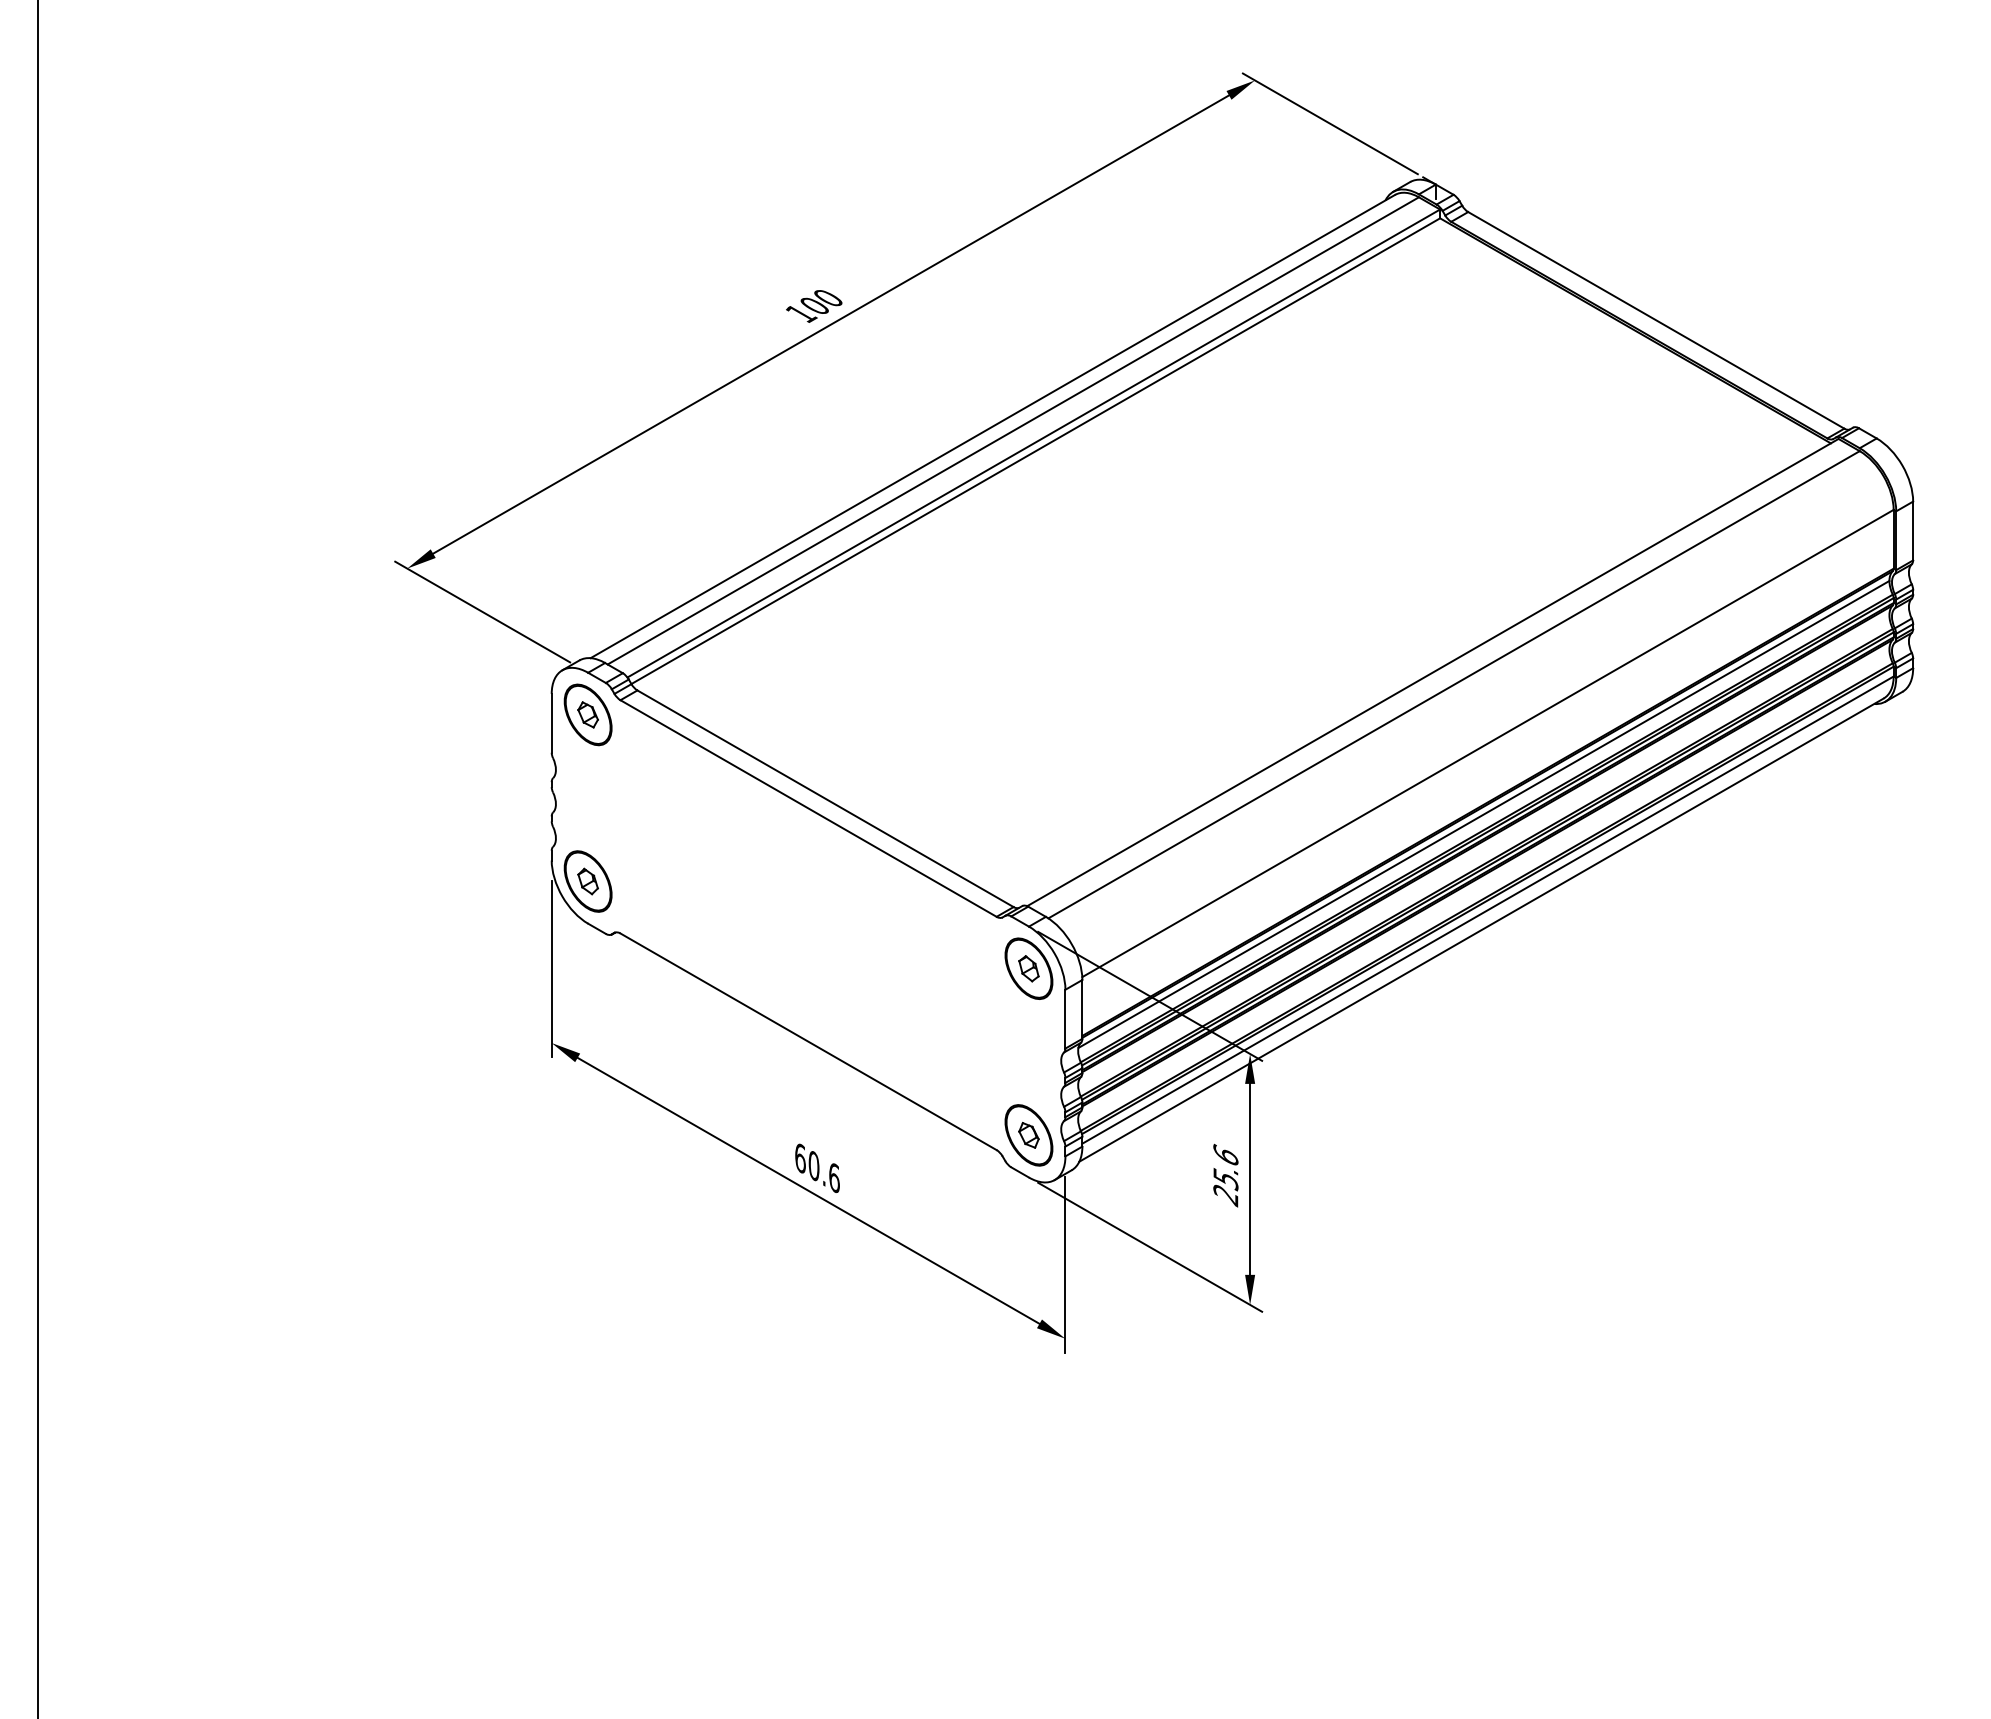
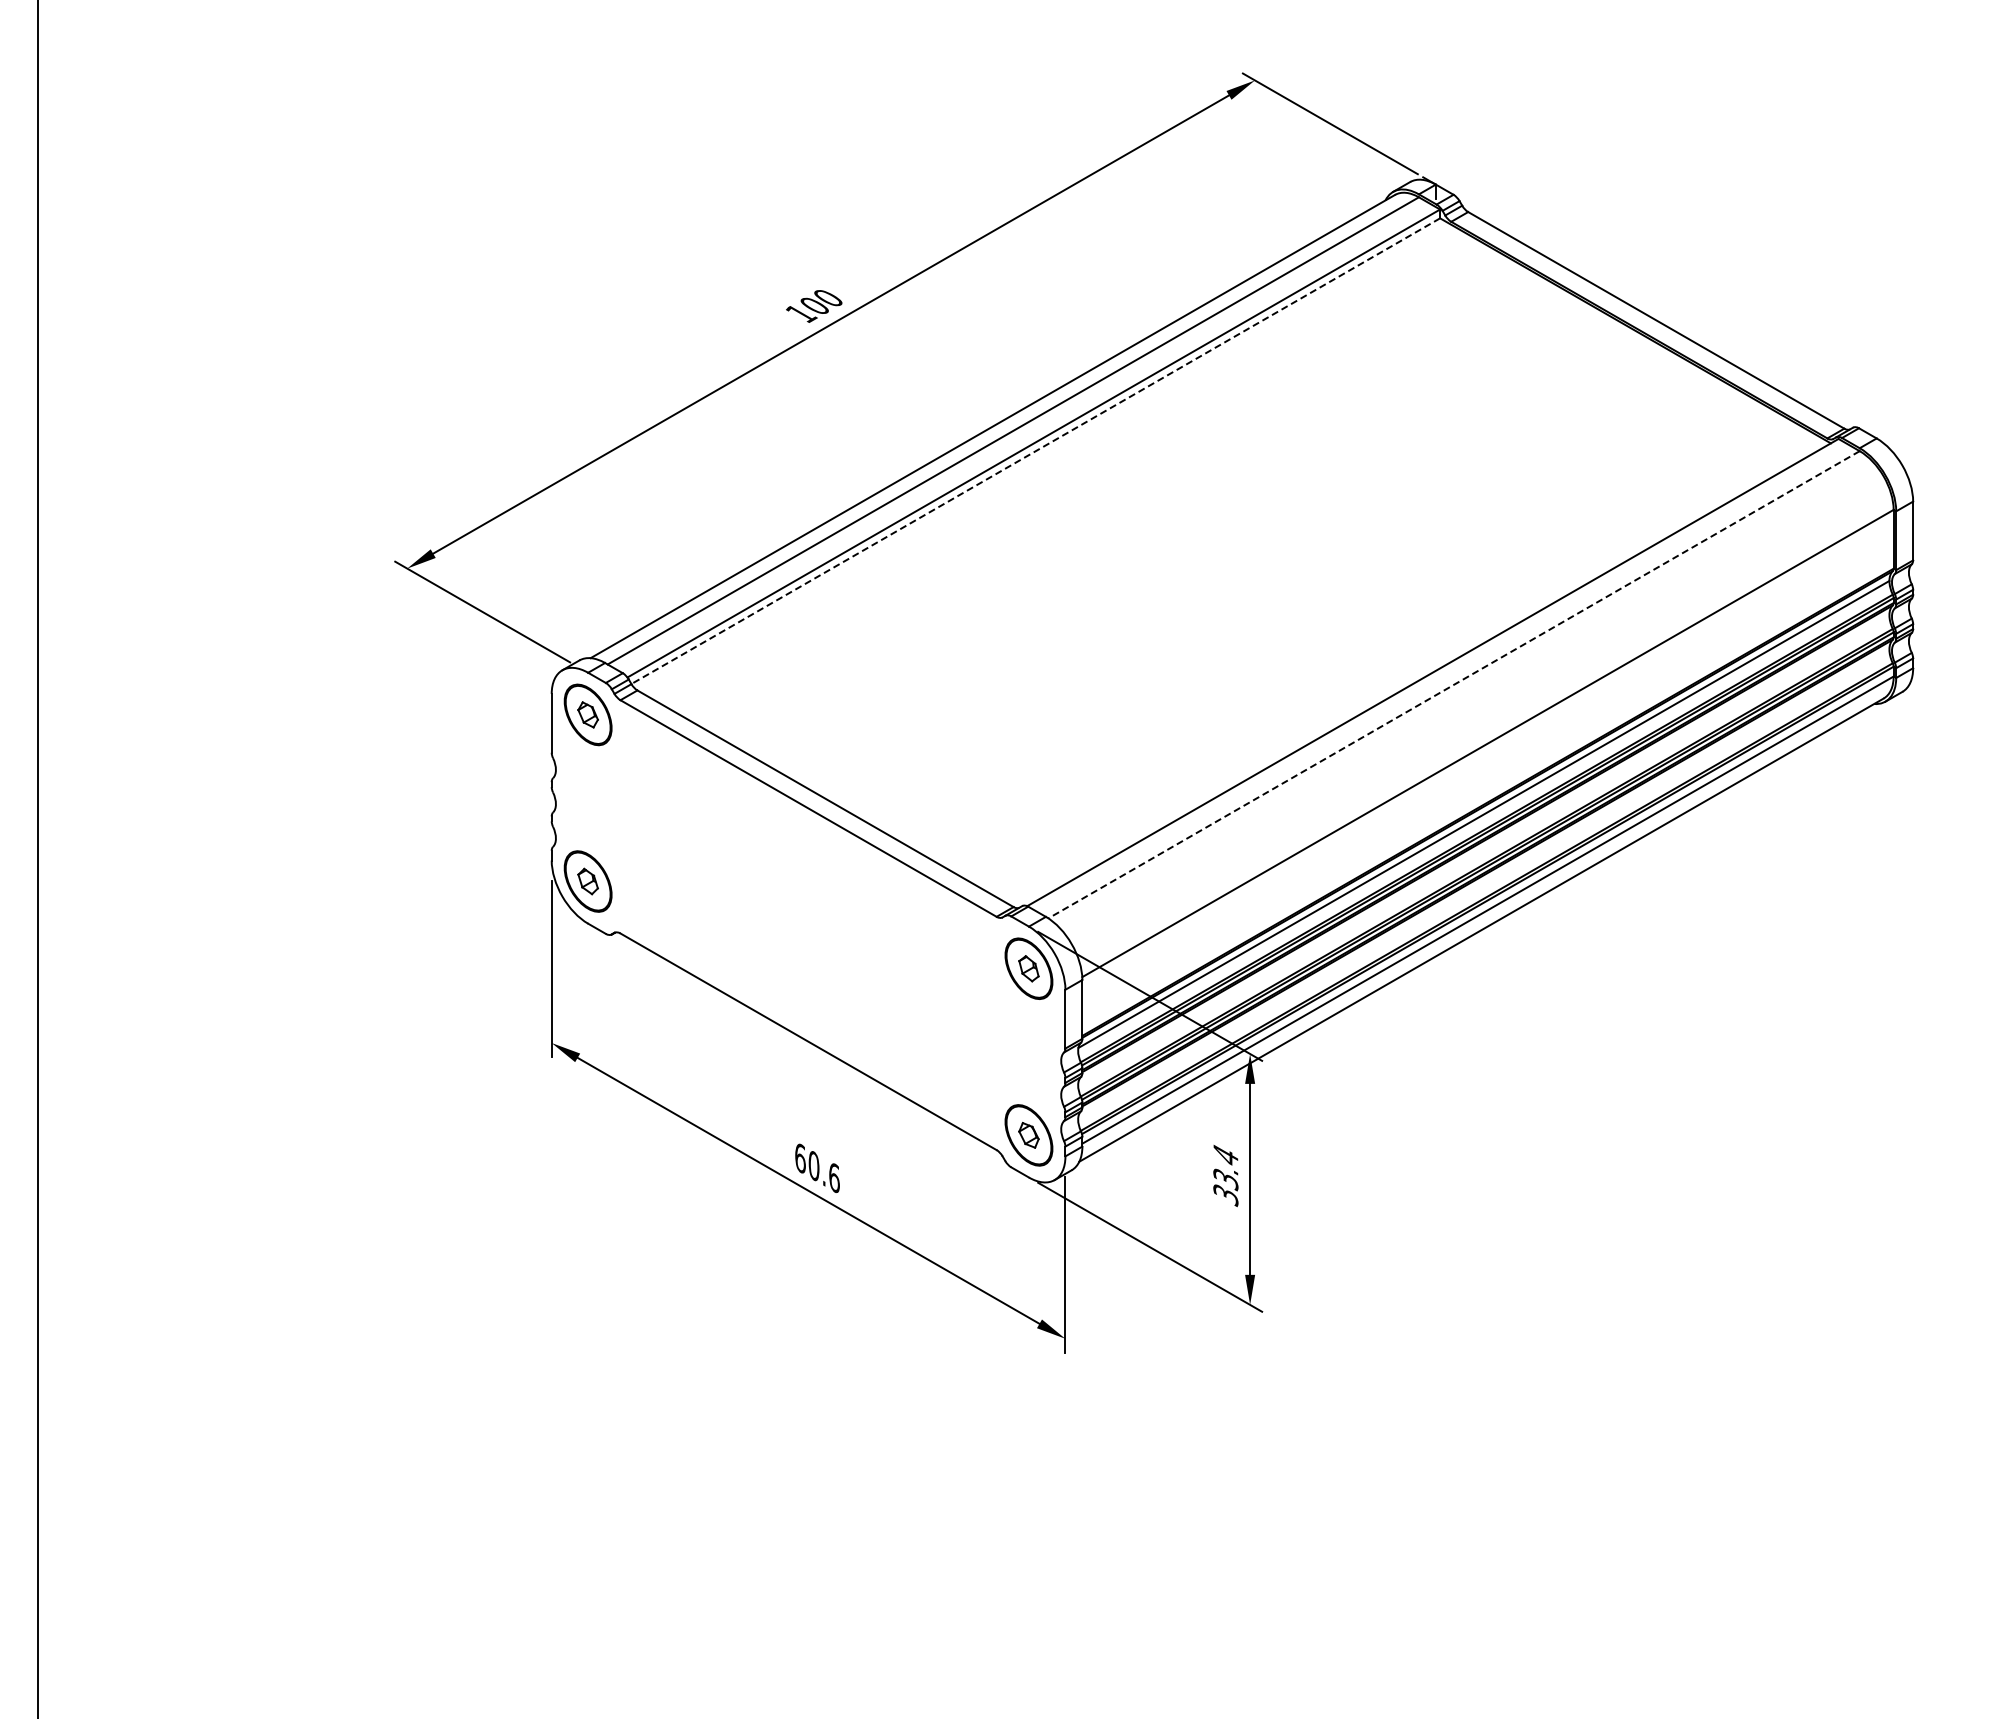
line at (1035, 451): solid -> dashed
line at (1453, 685): solid -> dashed
text at (1225, 1175): 25.6 -> 33.4
